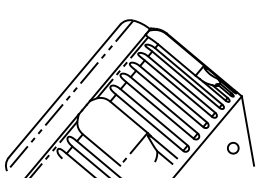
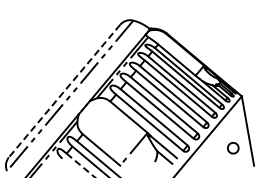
line at (64, 91): solid -> dashed
line at (81, 165): solid -> dashed
